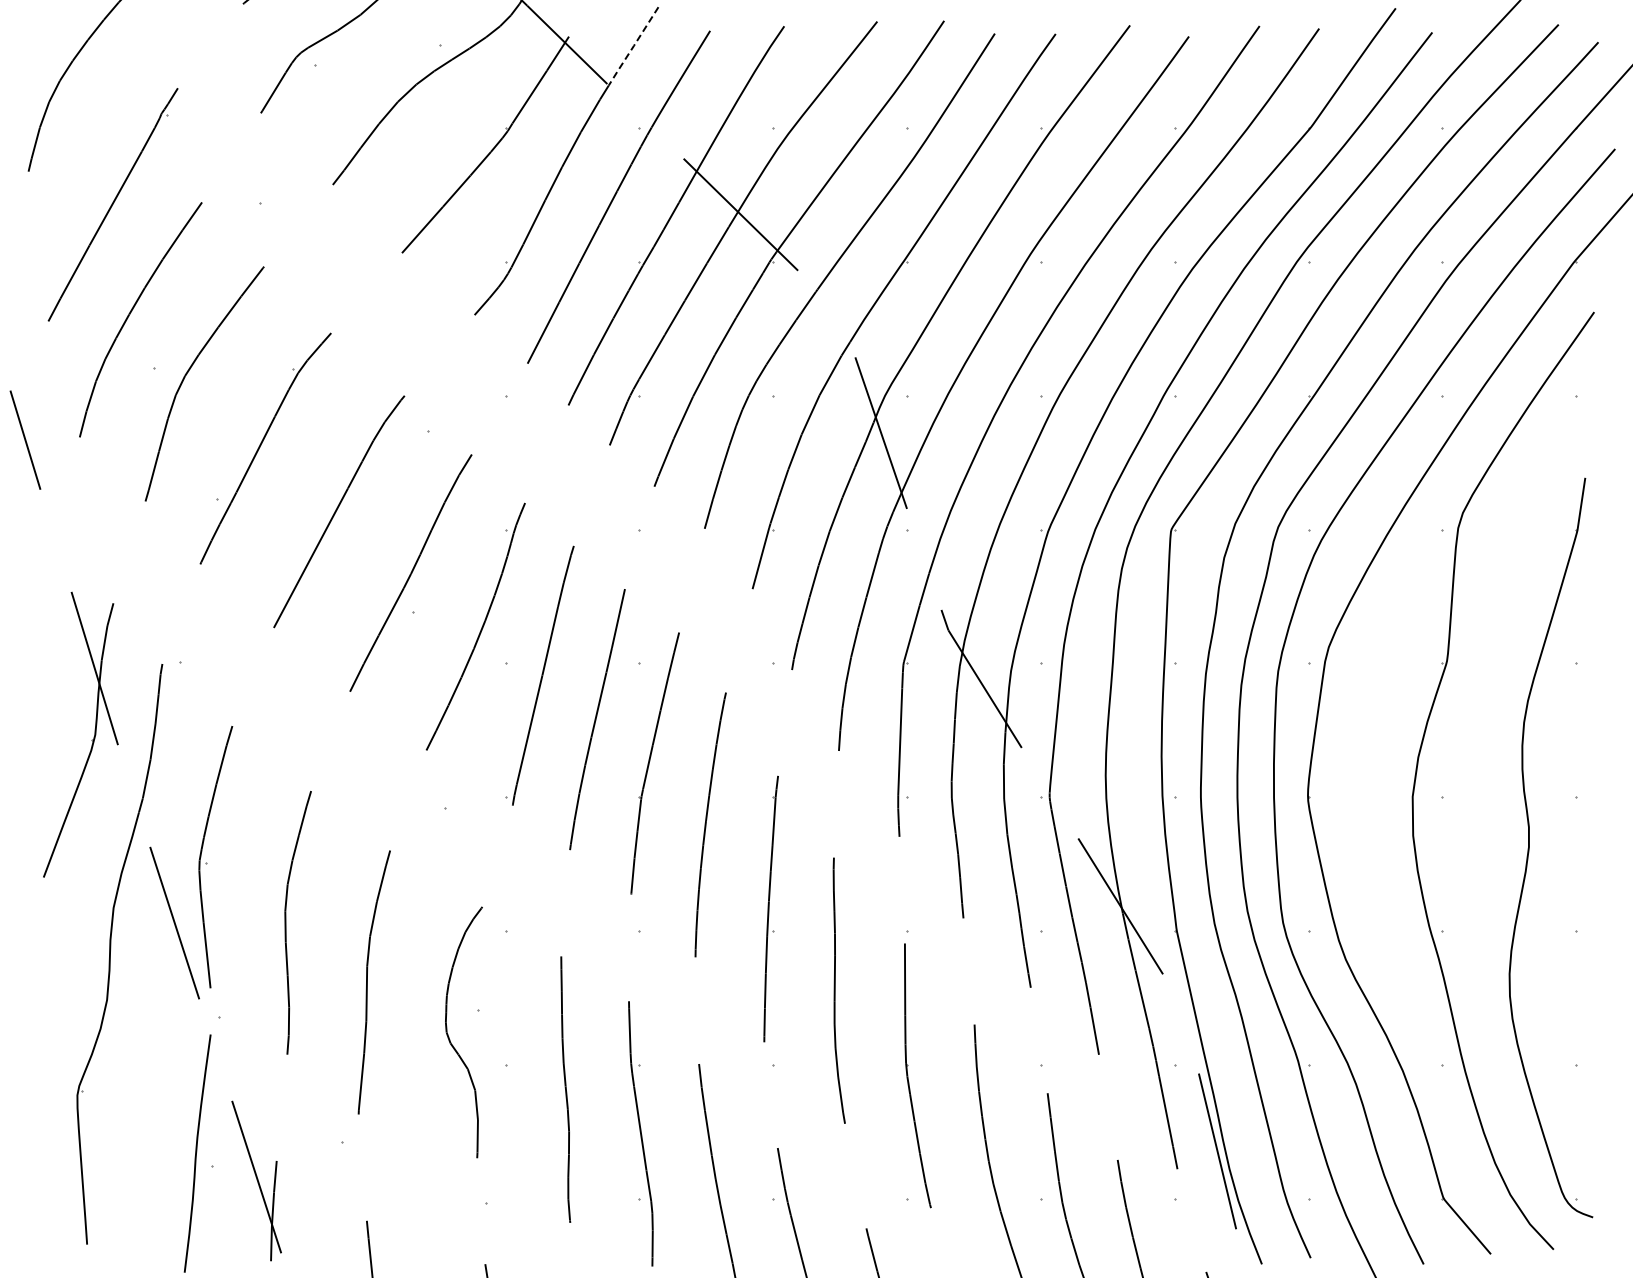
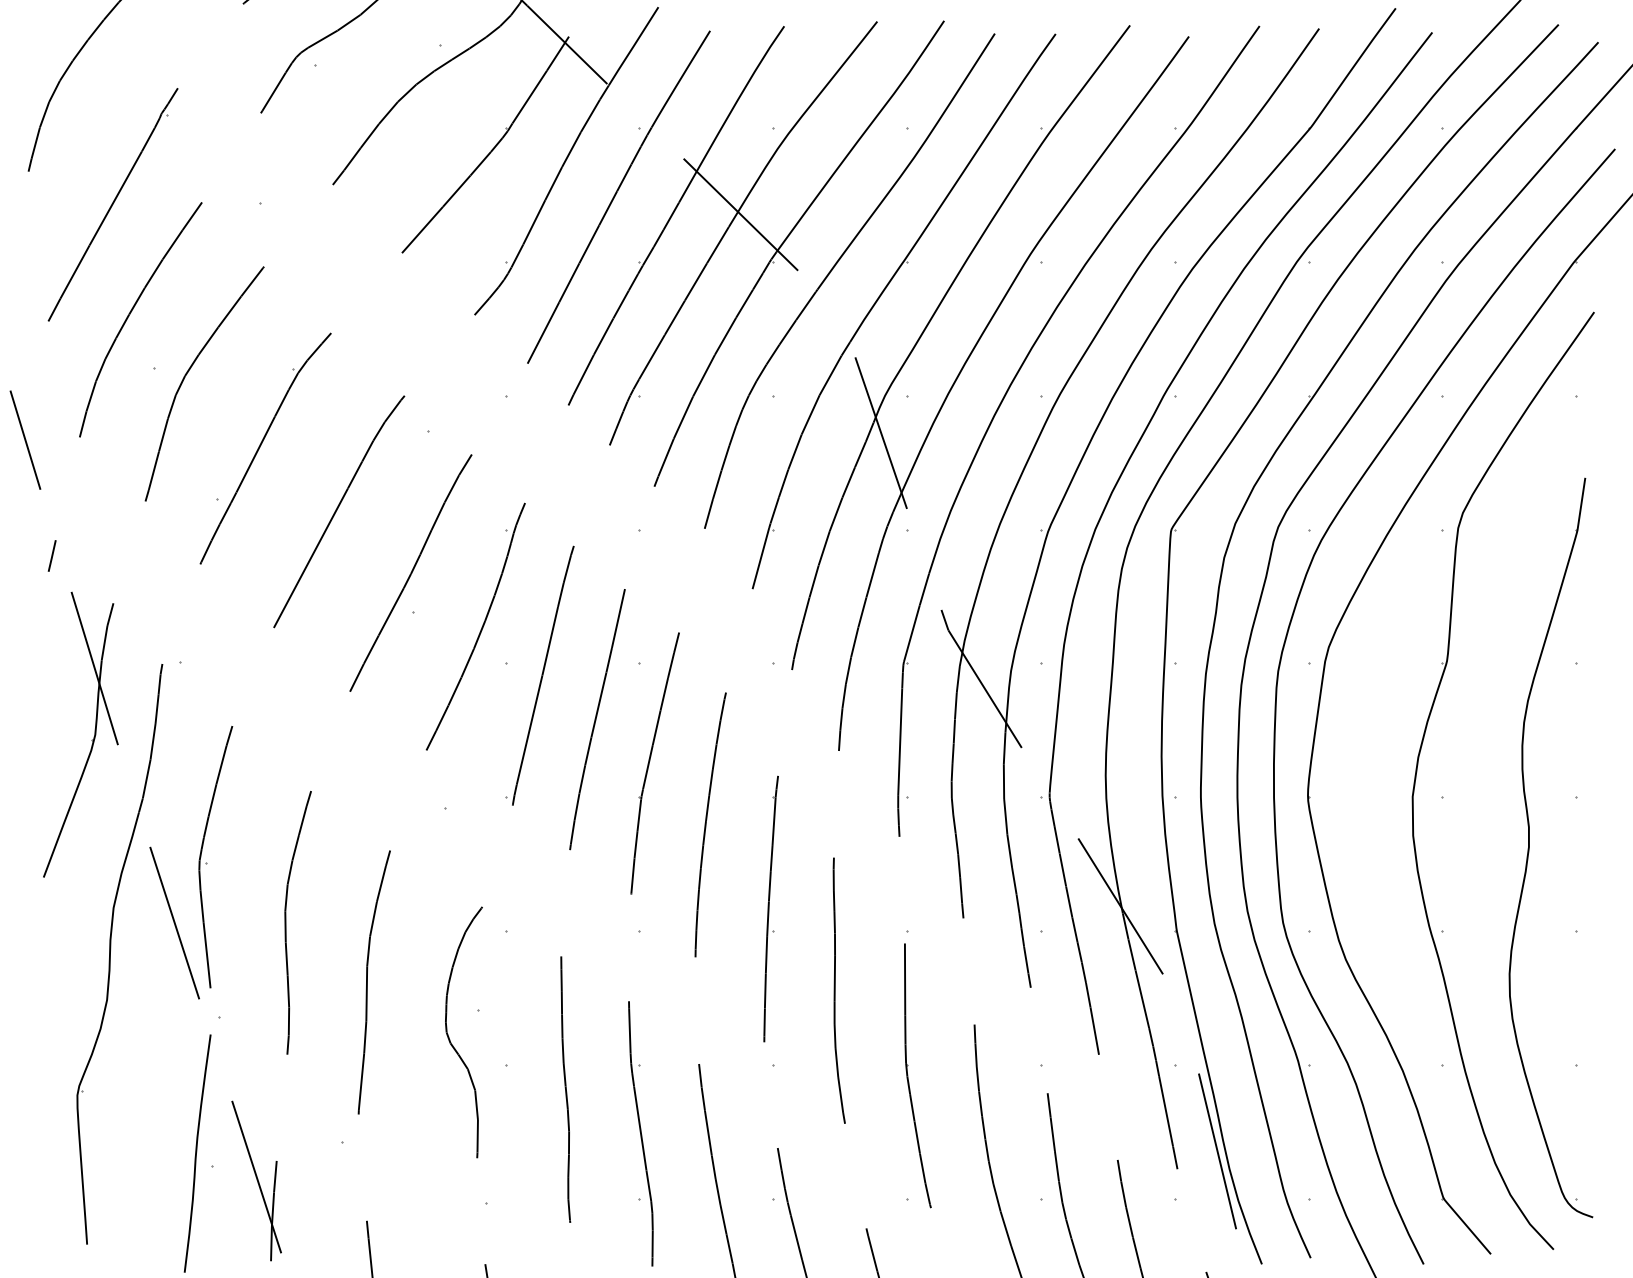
line at (633, 46): dashed -> solid
line at (51, 555): none -> present
